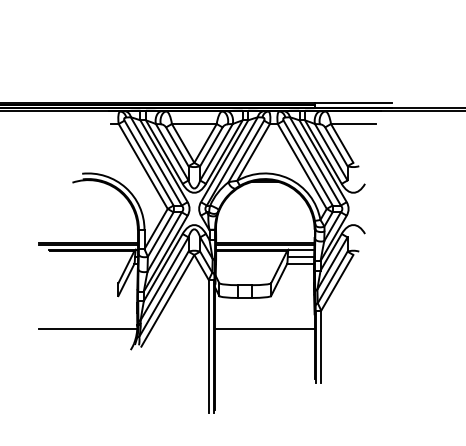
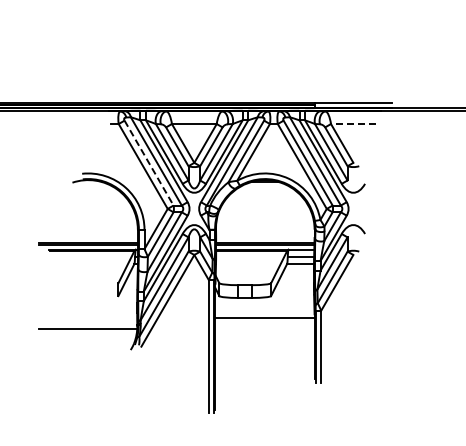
line at (352, 124): solid -> dashed
line at (149, 163): solid -> dashed
line at (264, 329) position: (264, 329) -> (264, 318)
